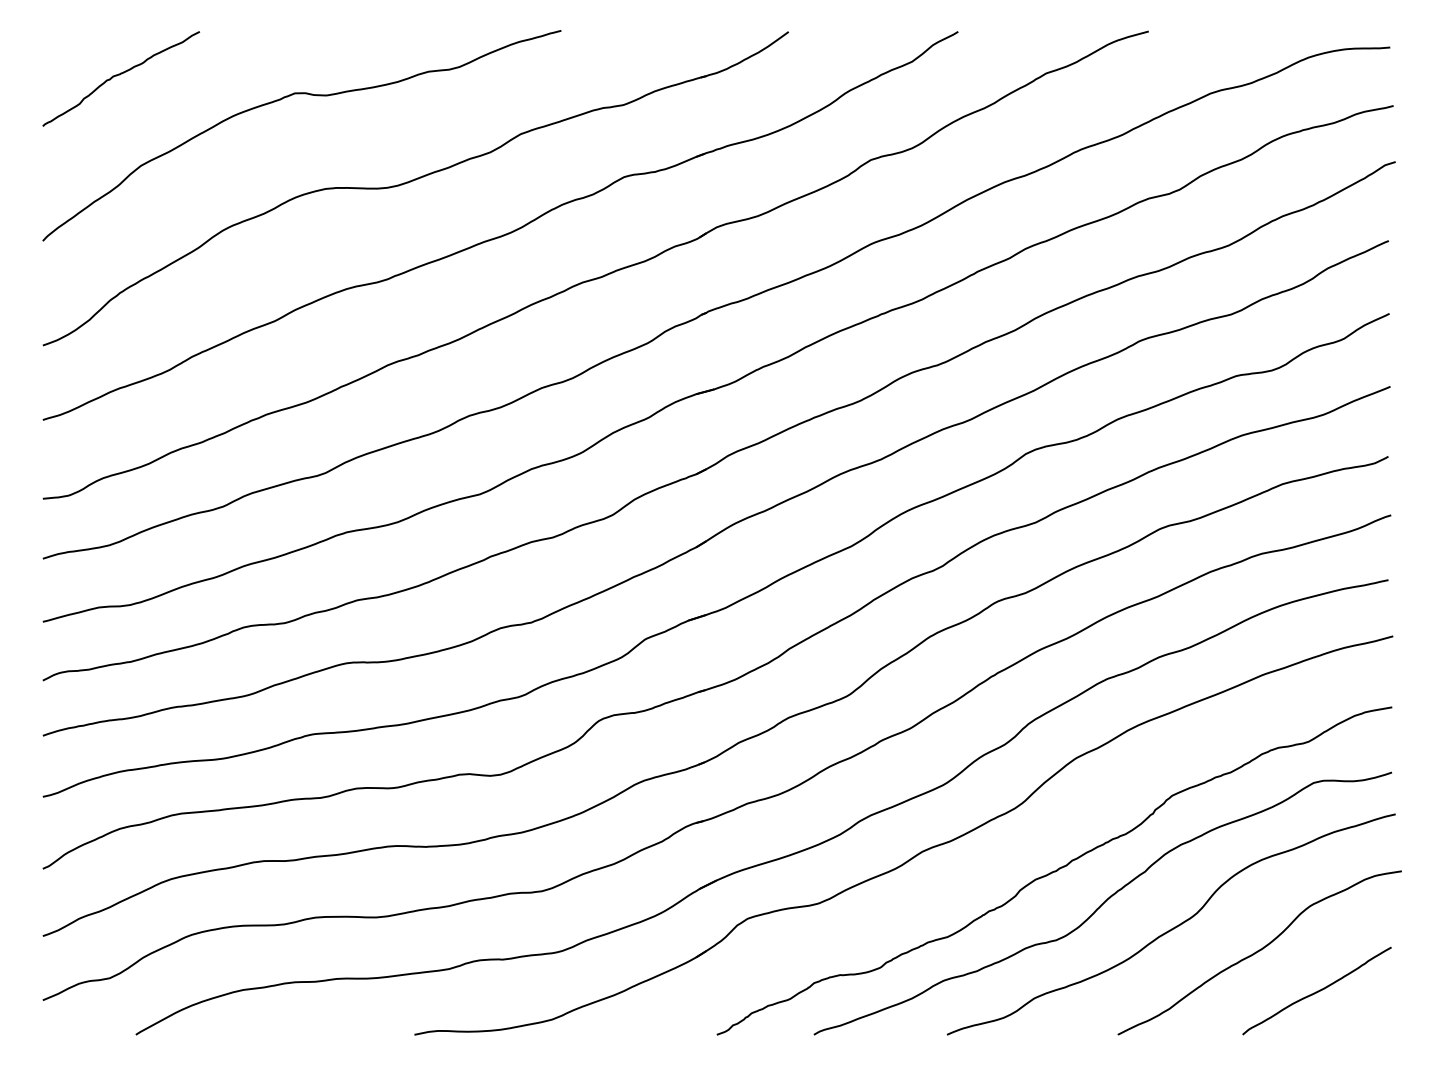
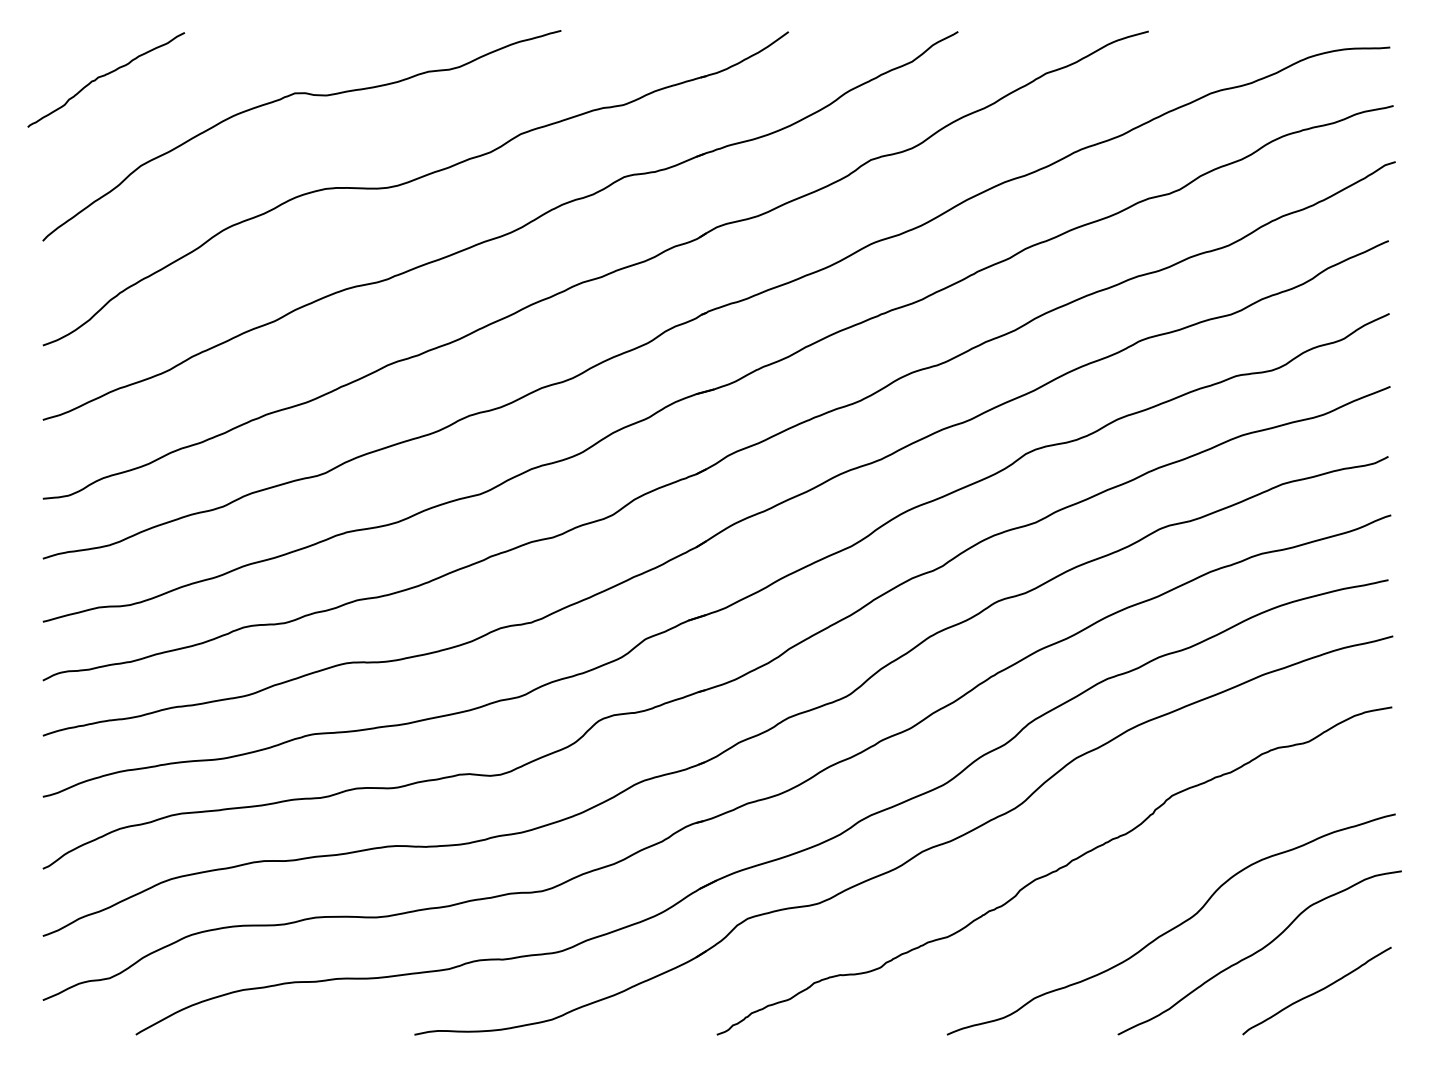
curve at (119, 75) position: (119, 75) -> (104, 76)
curve at (1102, 903): present -> none
